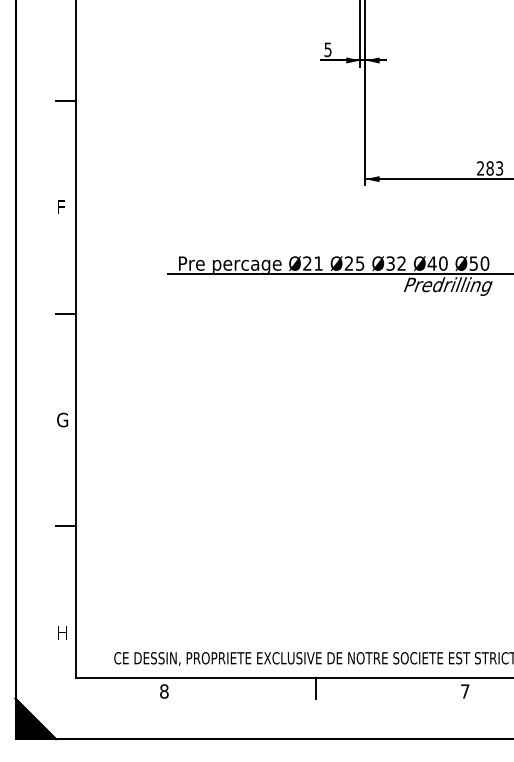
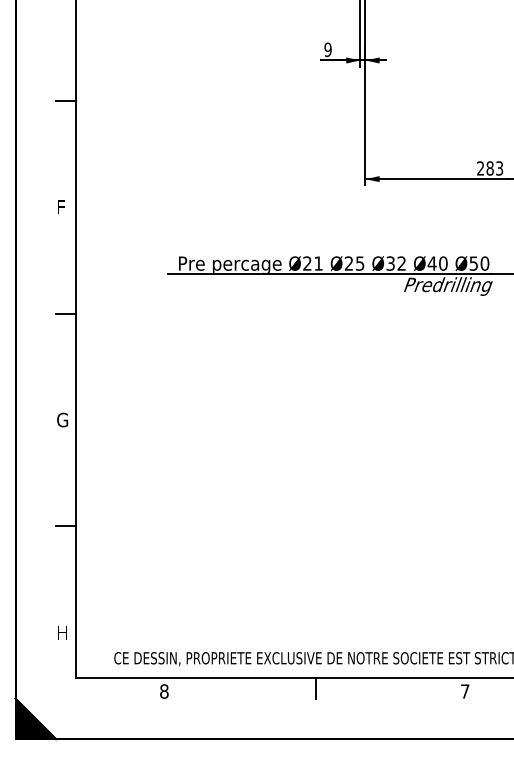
text at (327, 49): 5 -> 9
